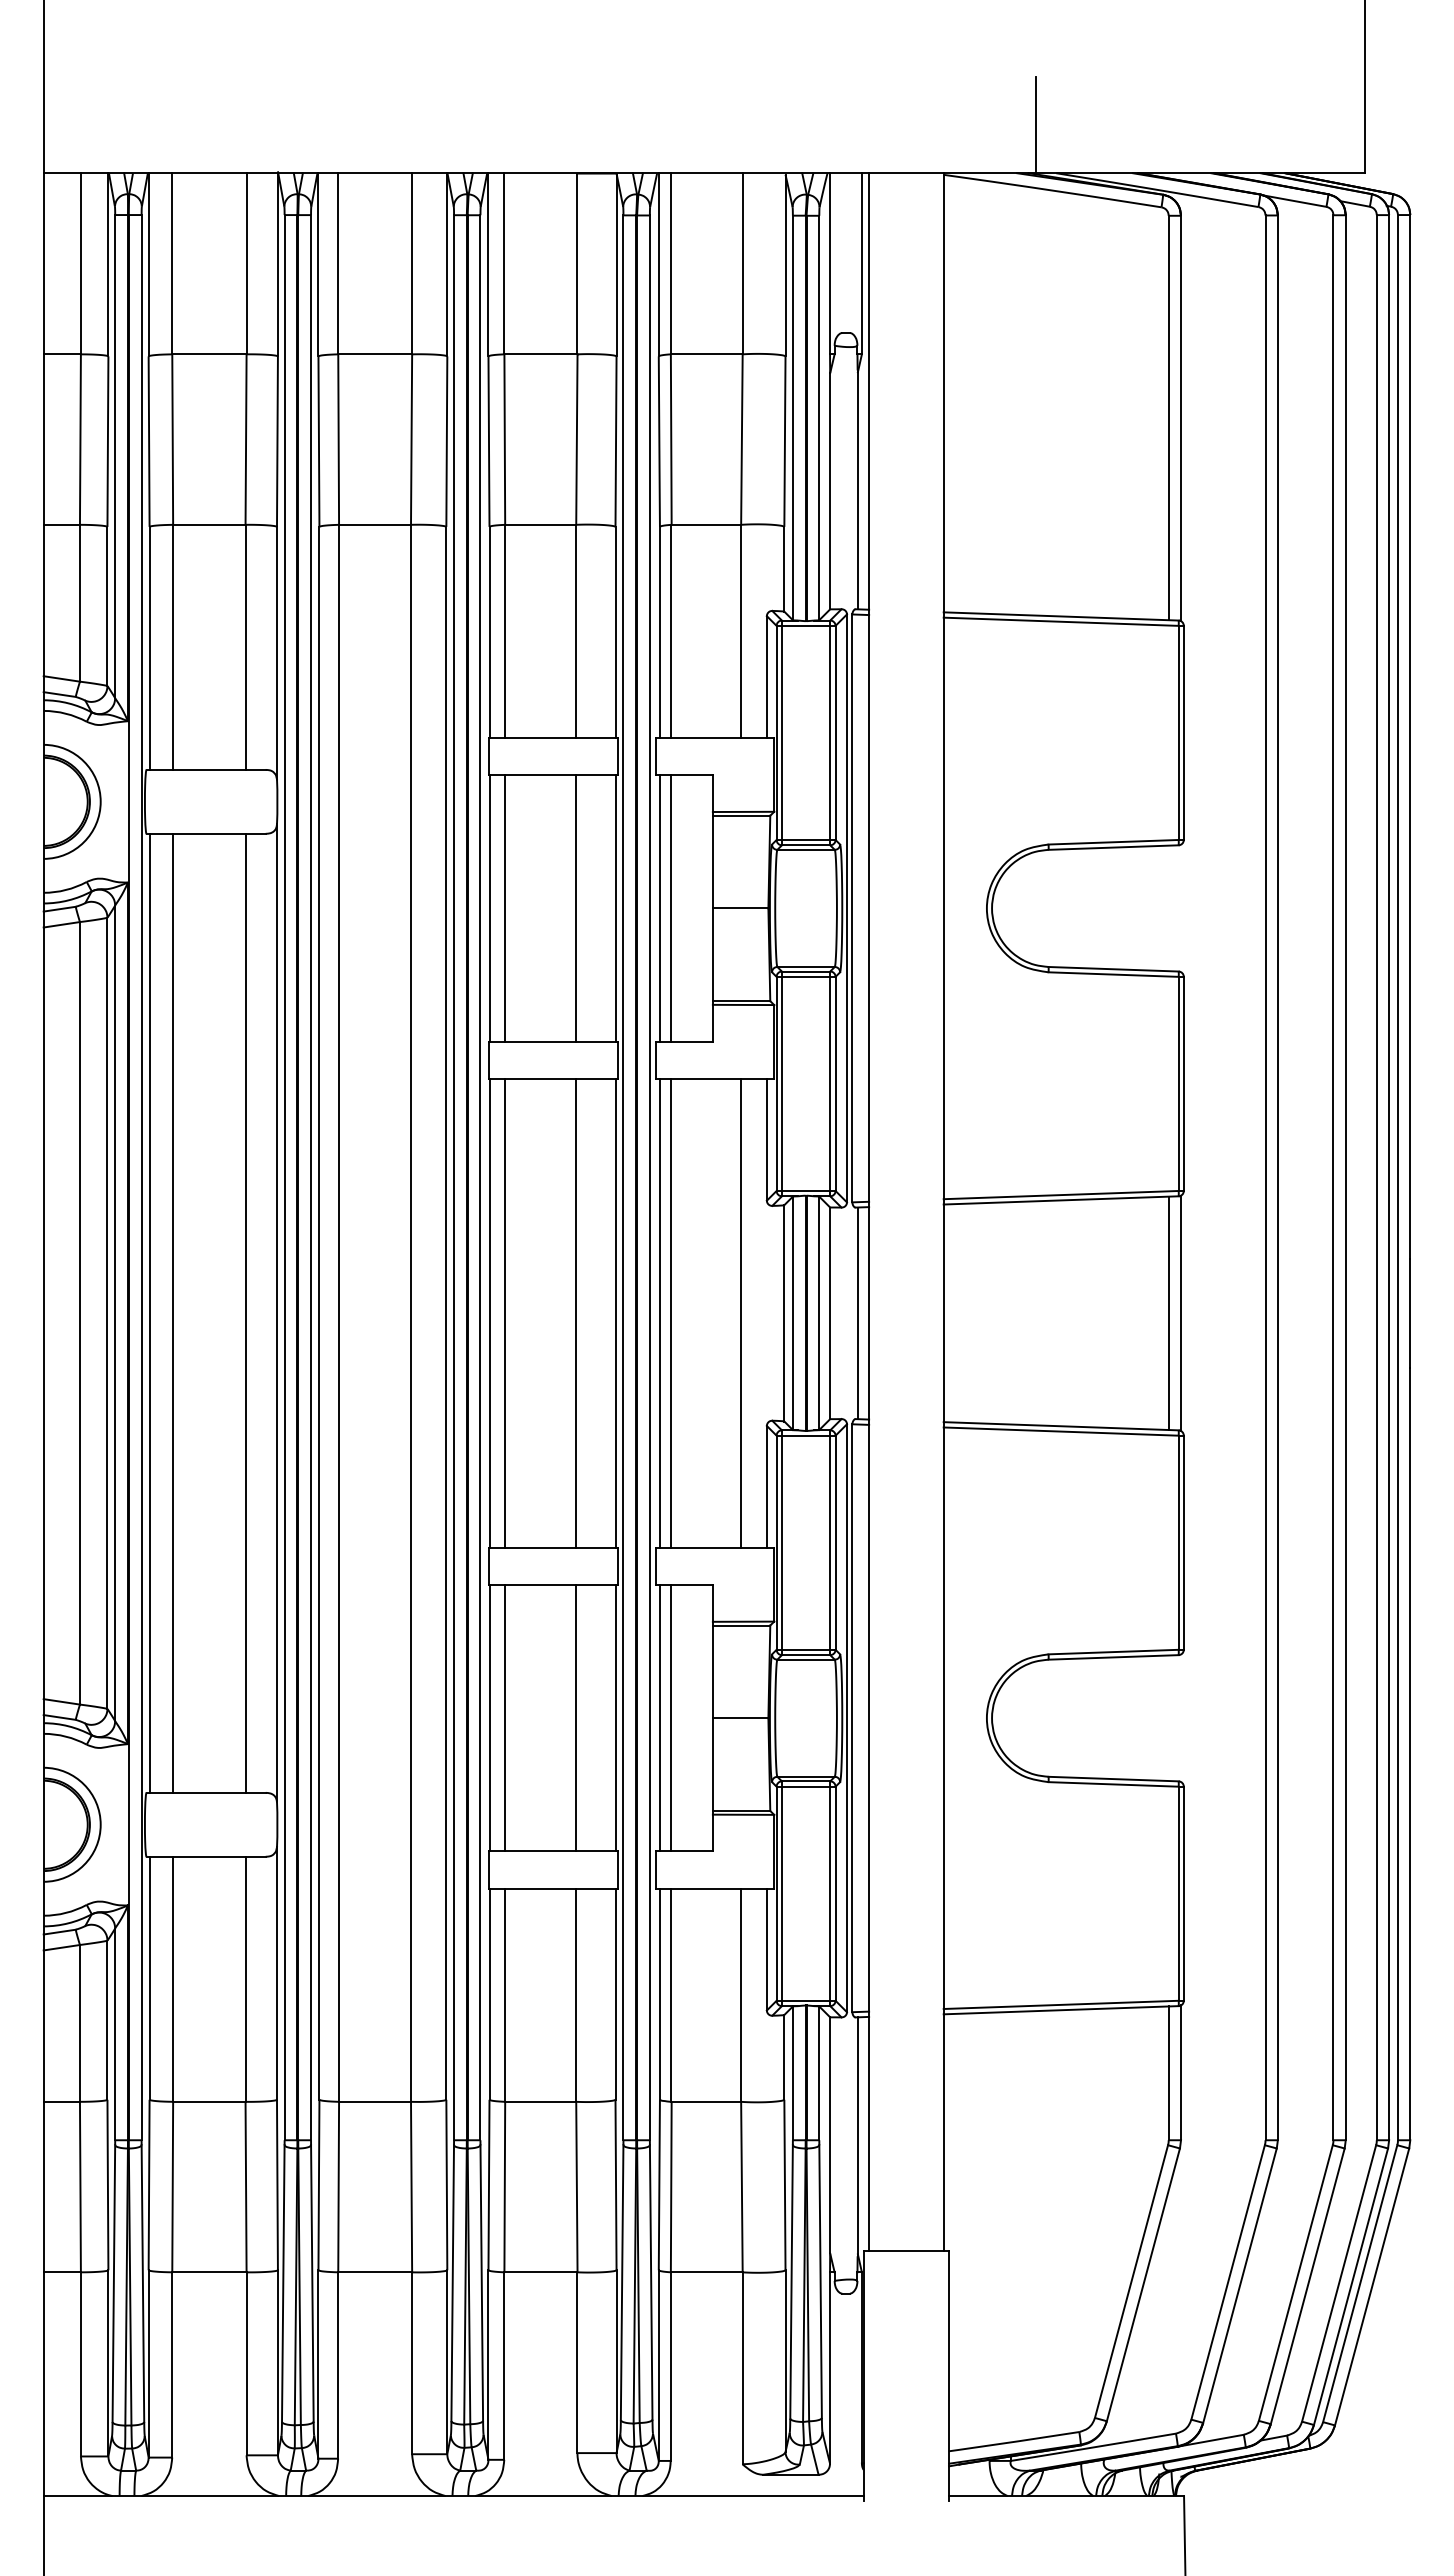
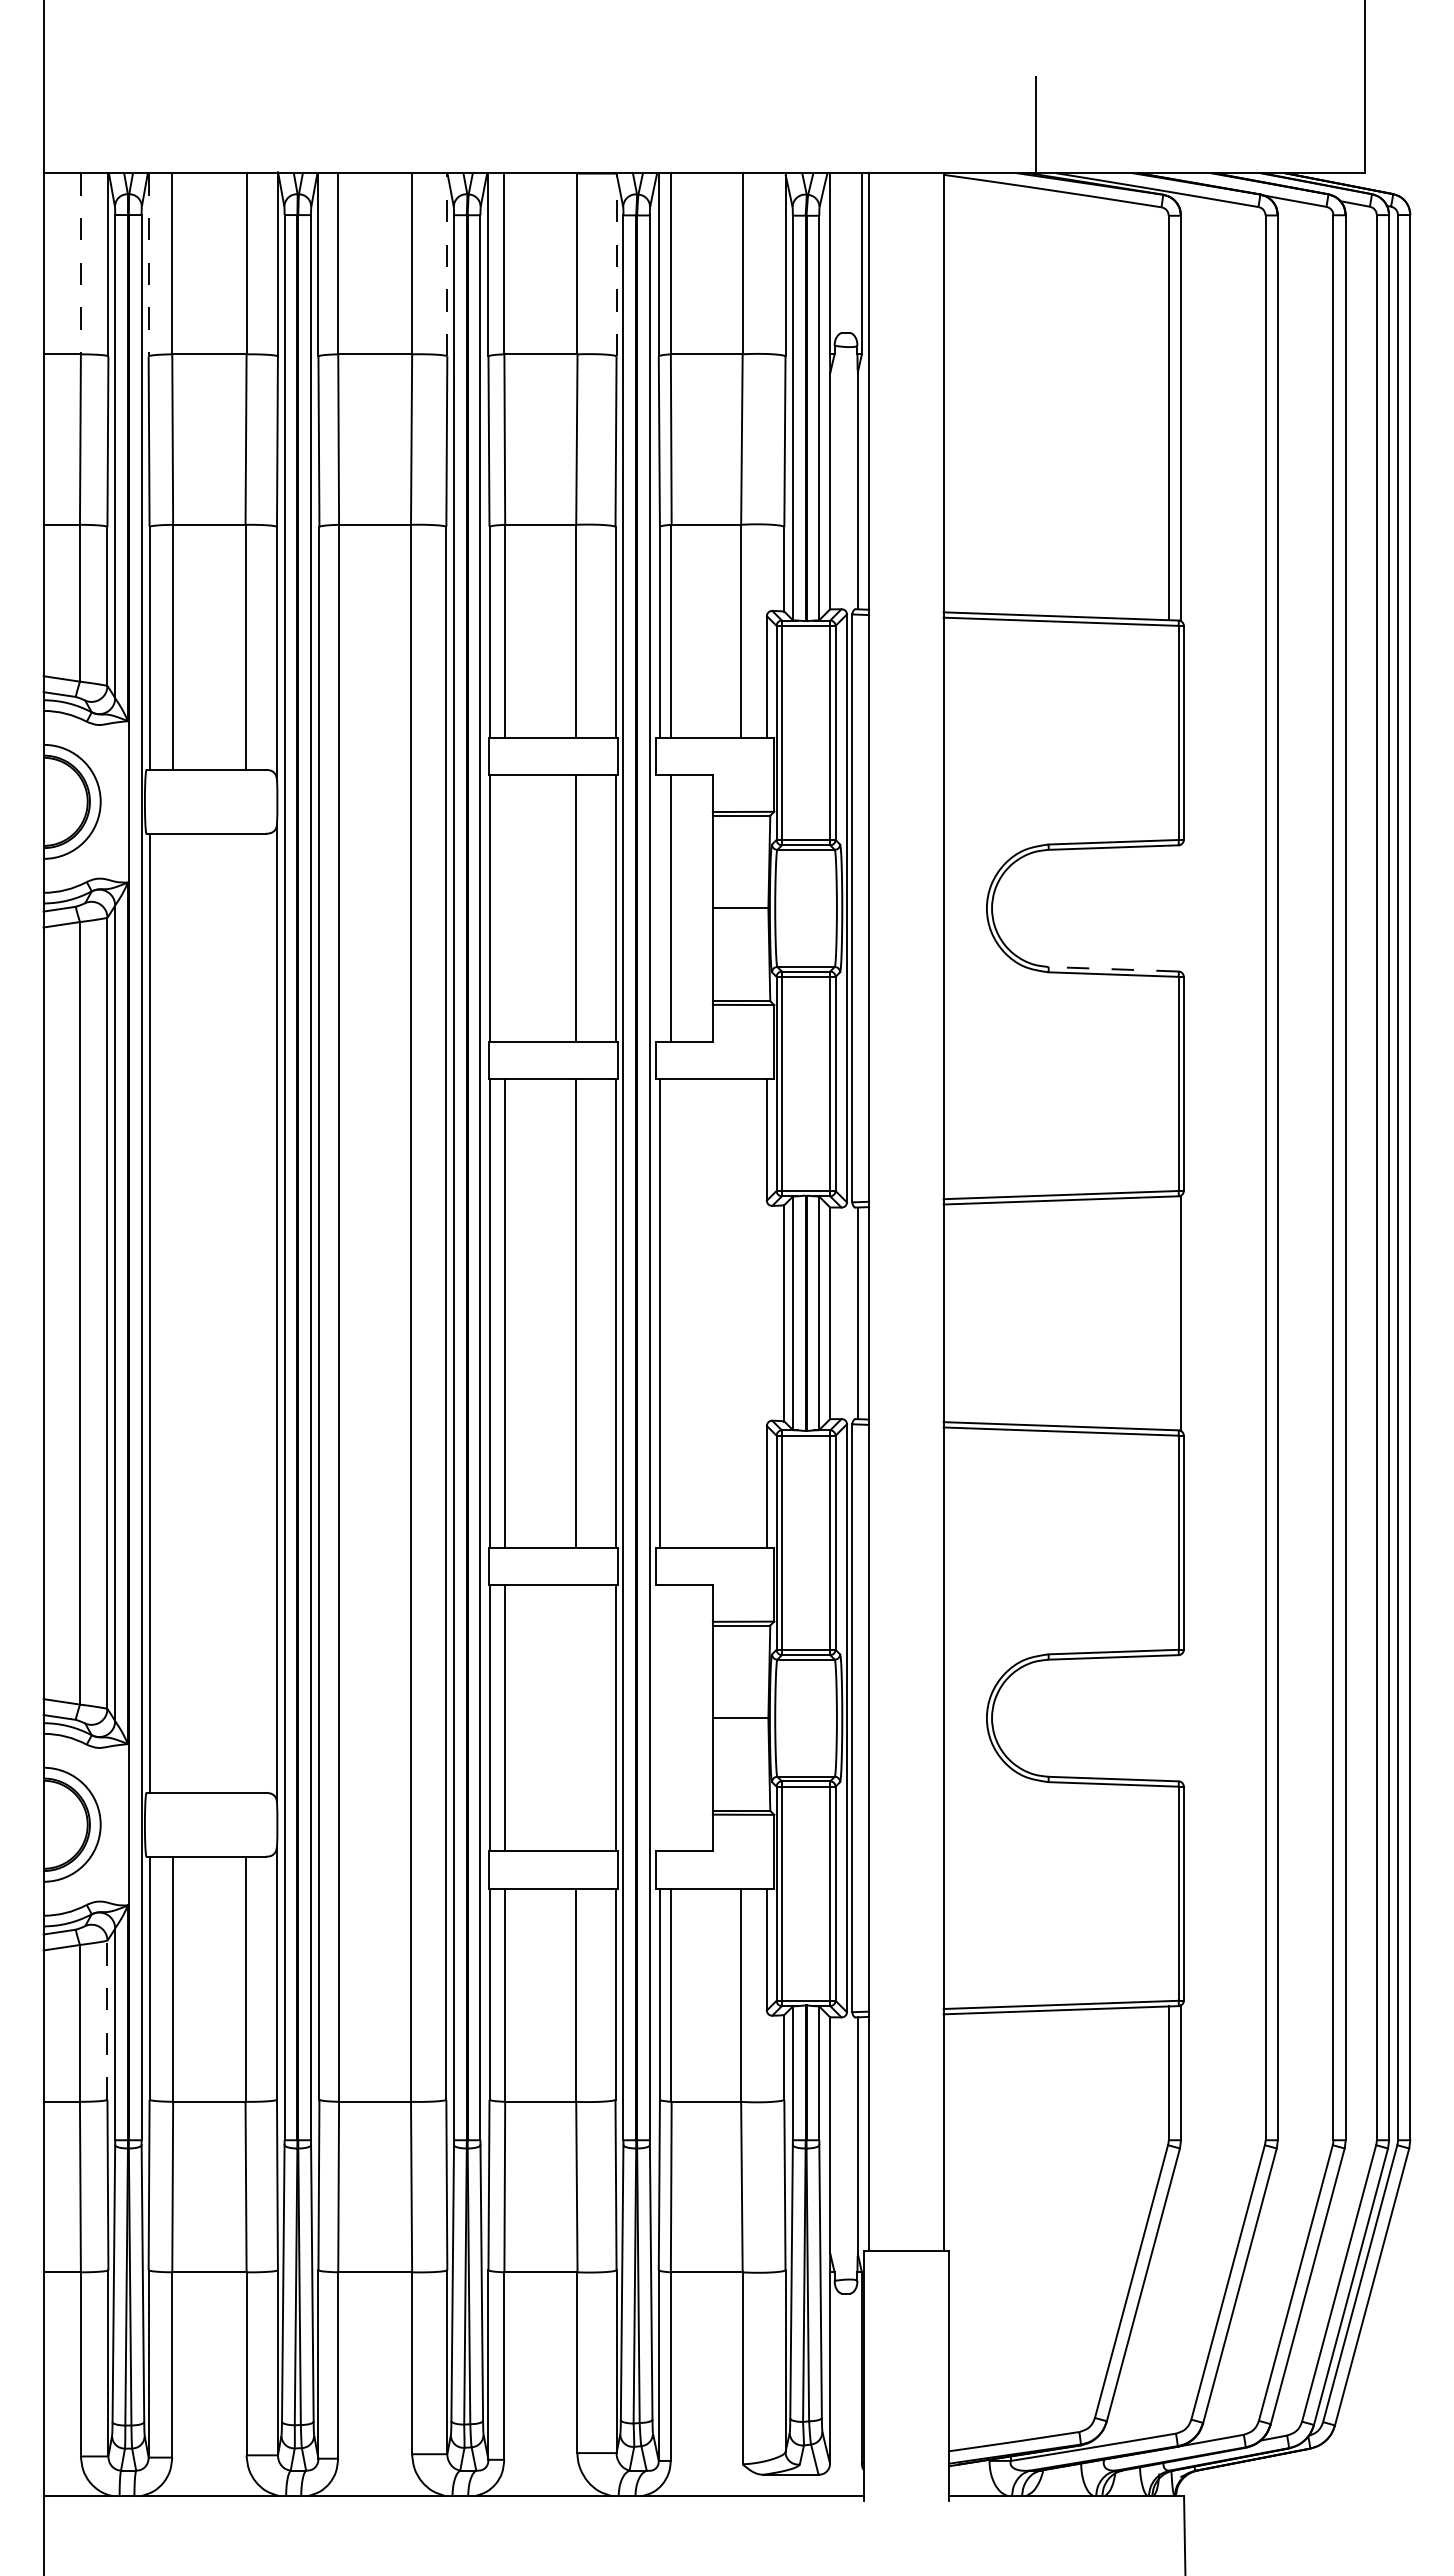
line at (80, 263): solid -> dashed
line at (148, 264): solid -> dashed
line at (447, 264): solid -> dashed
line at (616, 264): solid -> dashed
line at (505, 908): present -> none
line at (659, 908): present -> none
line at (1113, 969): solid -> dashed
line at (173, 1312): present -> none
line at (245, 1312): present -> none
line at (671, 1312): present -> none
line at (740, 1312): present -> none
line at (1168, 1313): present -> none
line at (576, 1718): present -> none
line at (659, 1718): present -> none
line at (671, 1718): present -> none
line at (107, 2020): solid -> dashed
